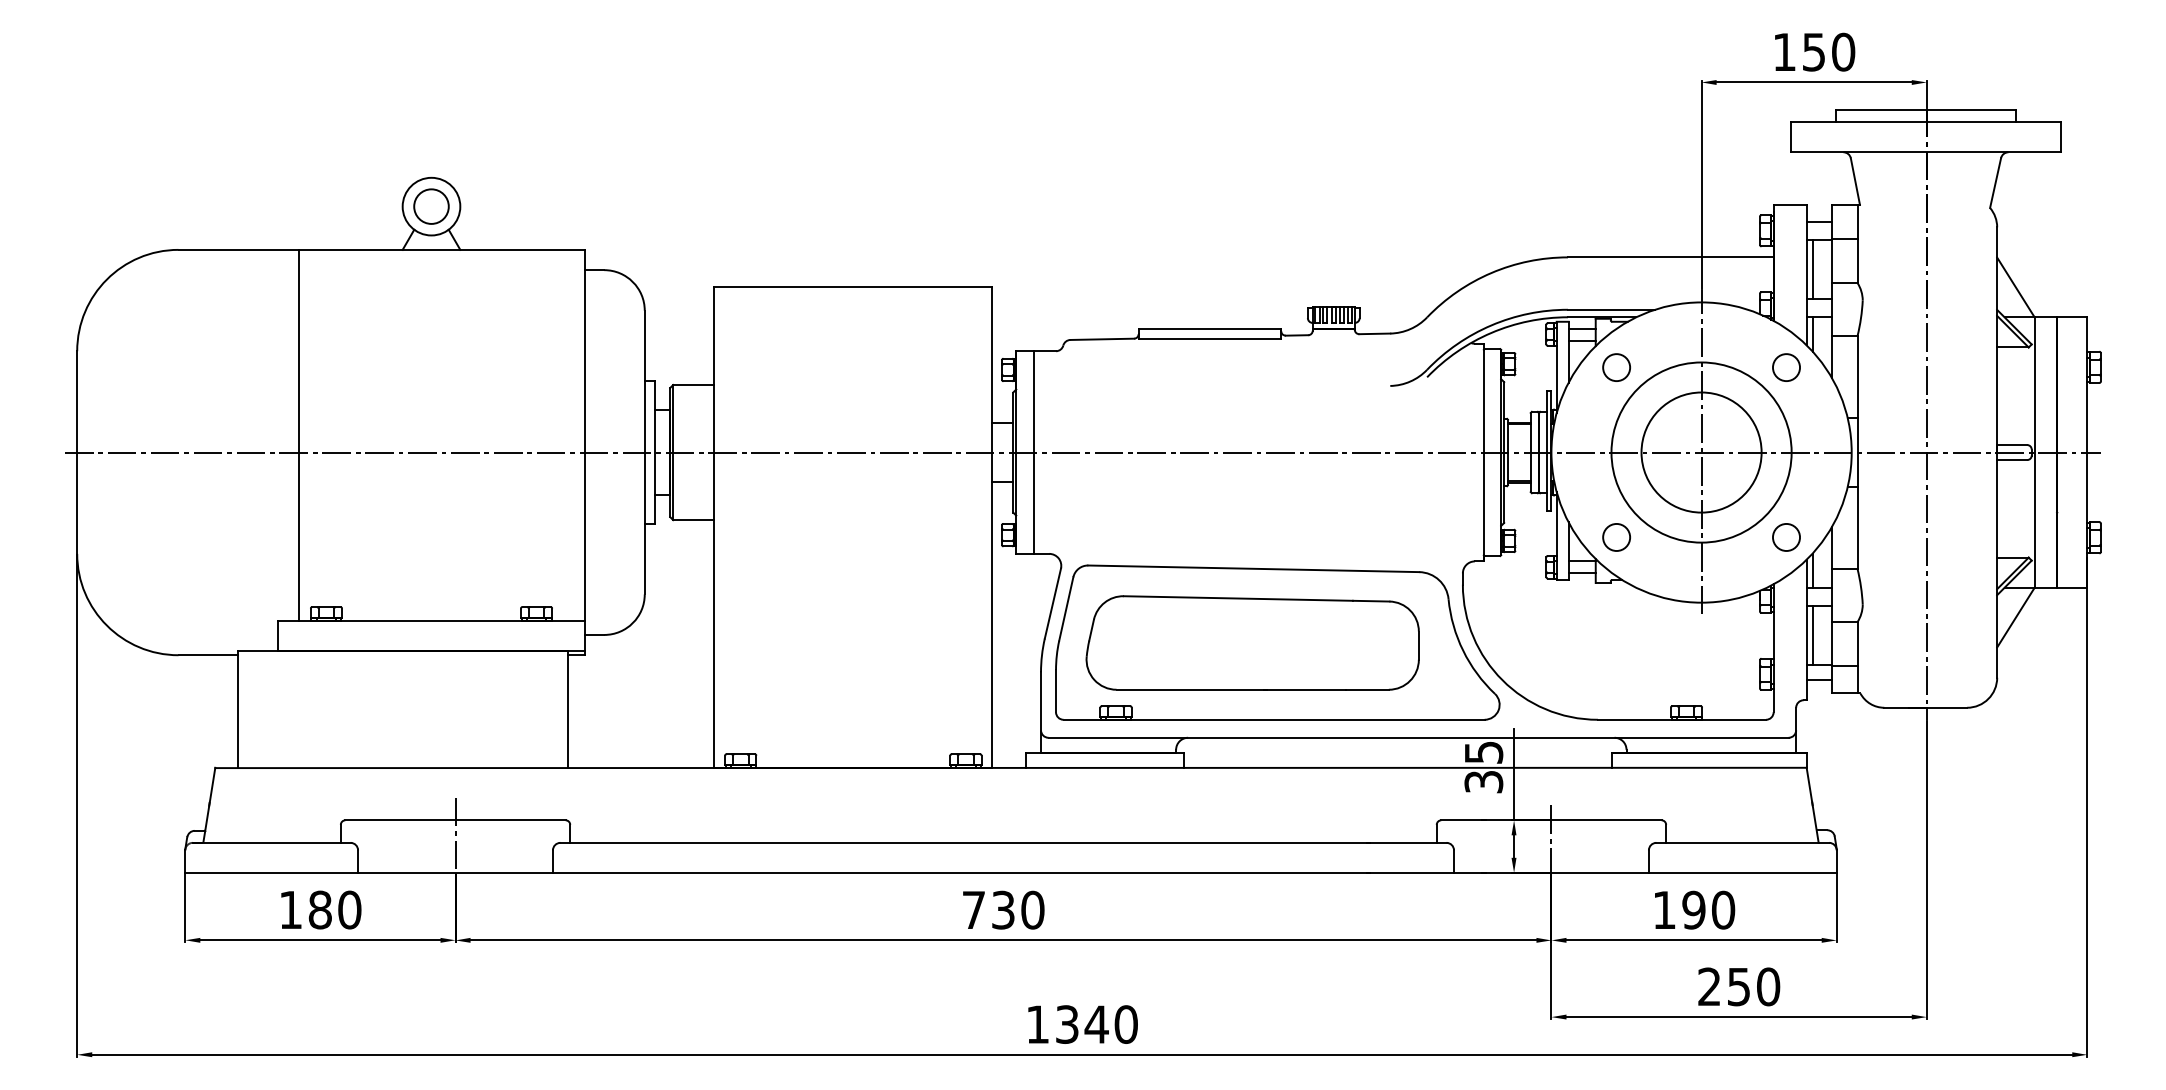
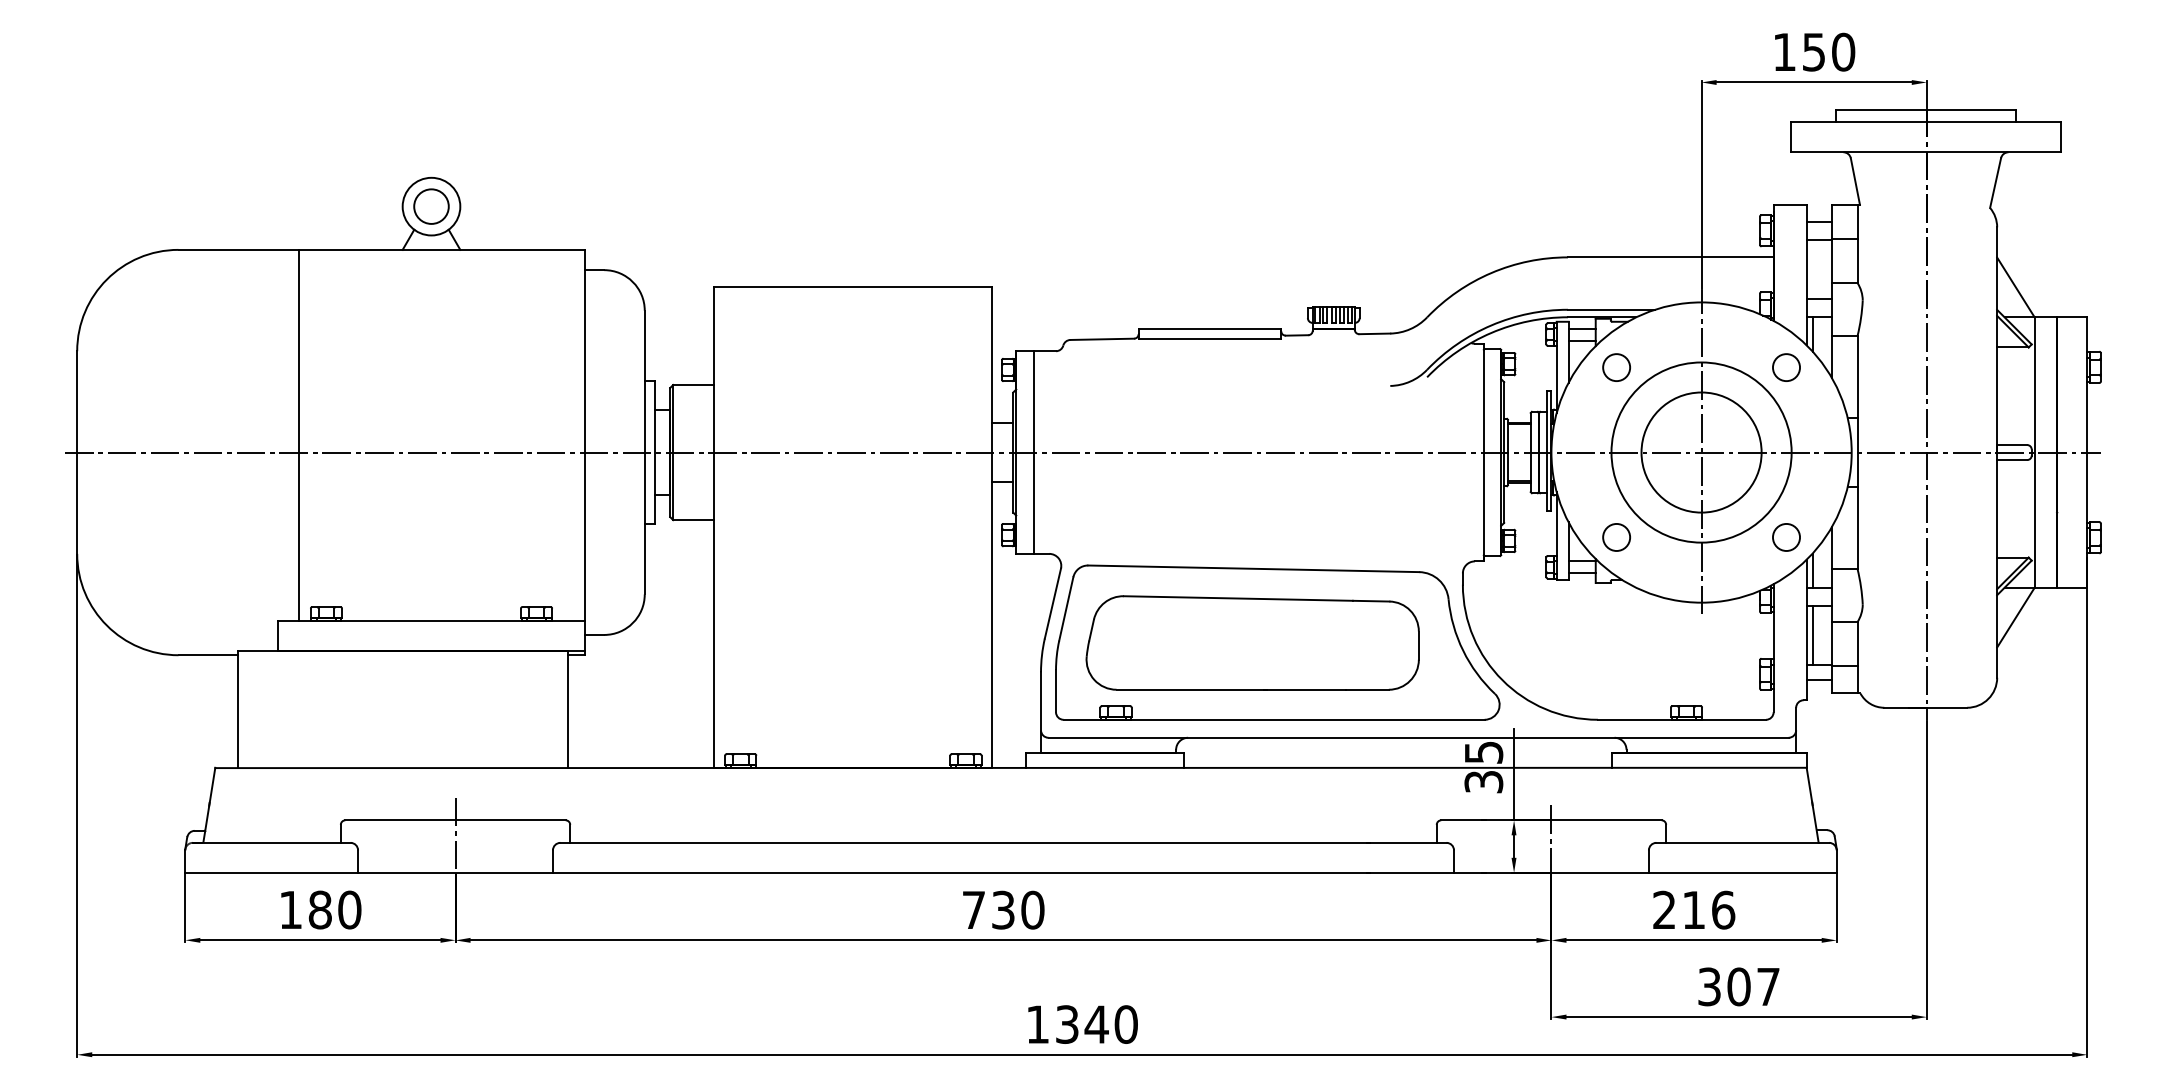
line at (1812, 268): present -> none
text at (1694, 909): 190 -> 216
text at (1739, 986): 250 -> 307
